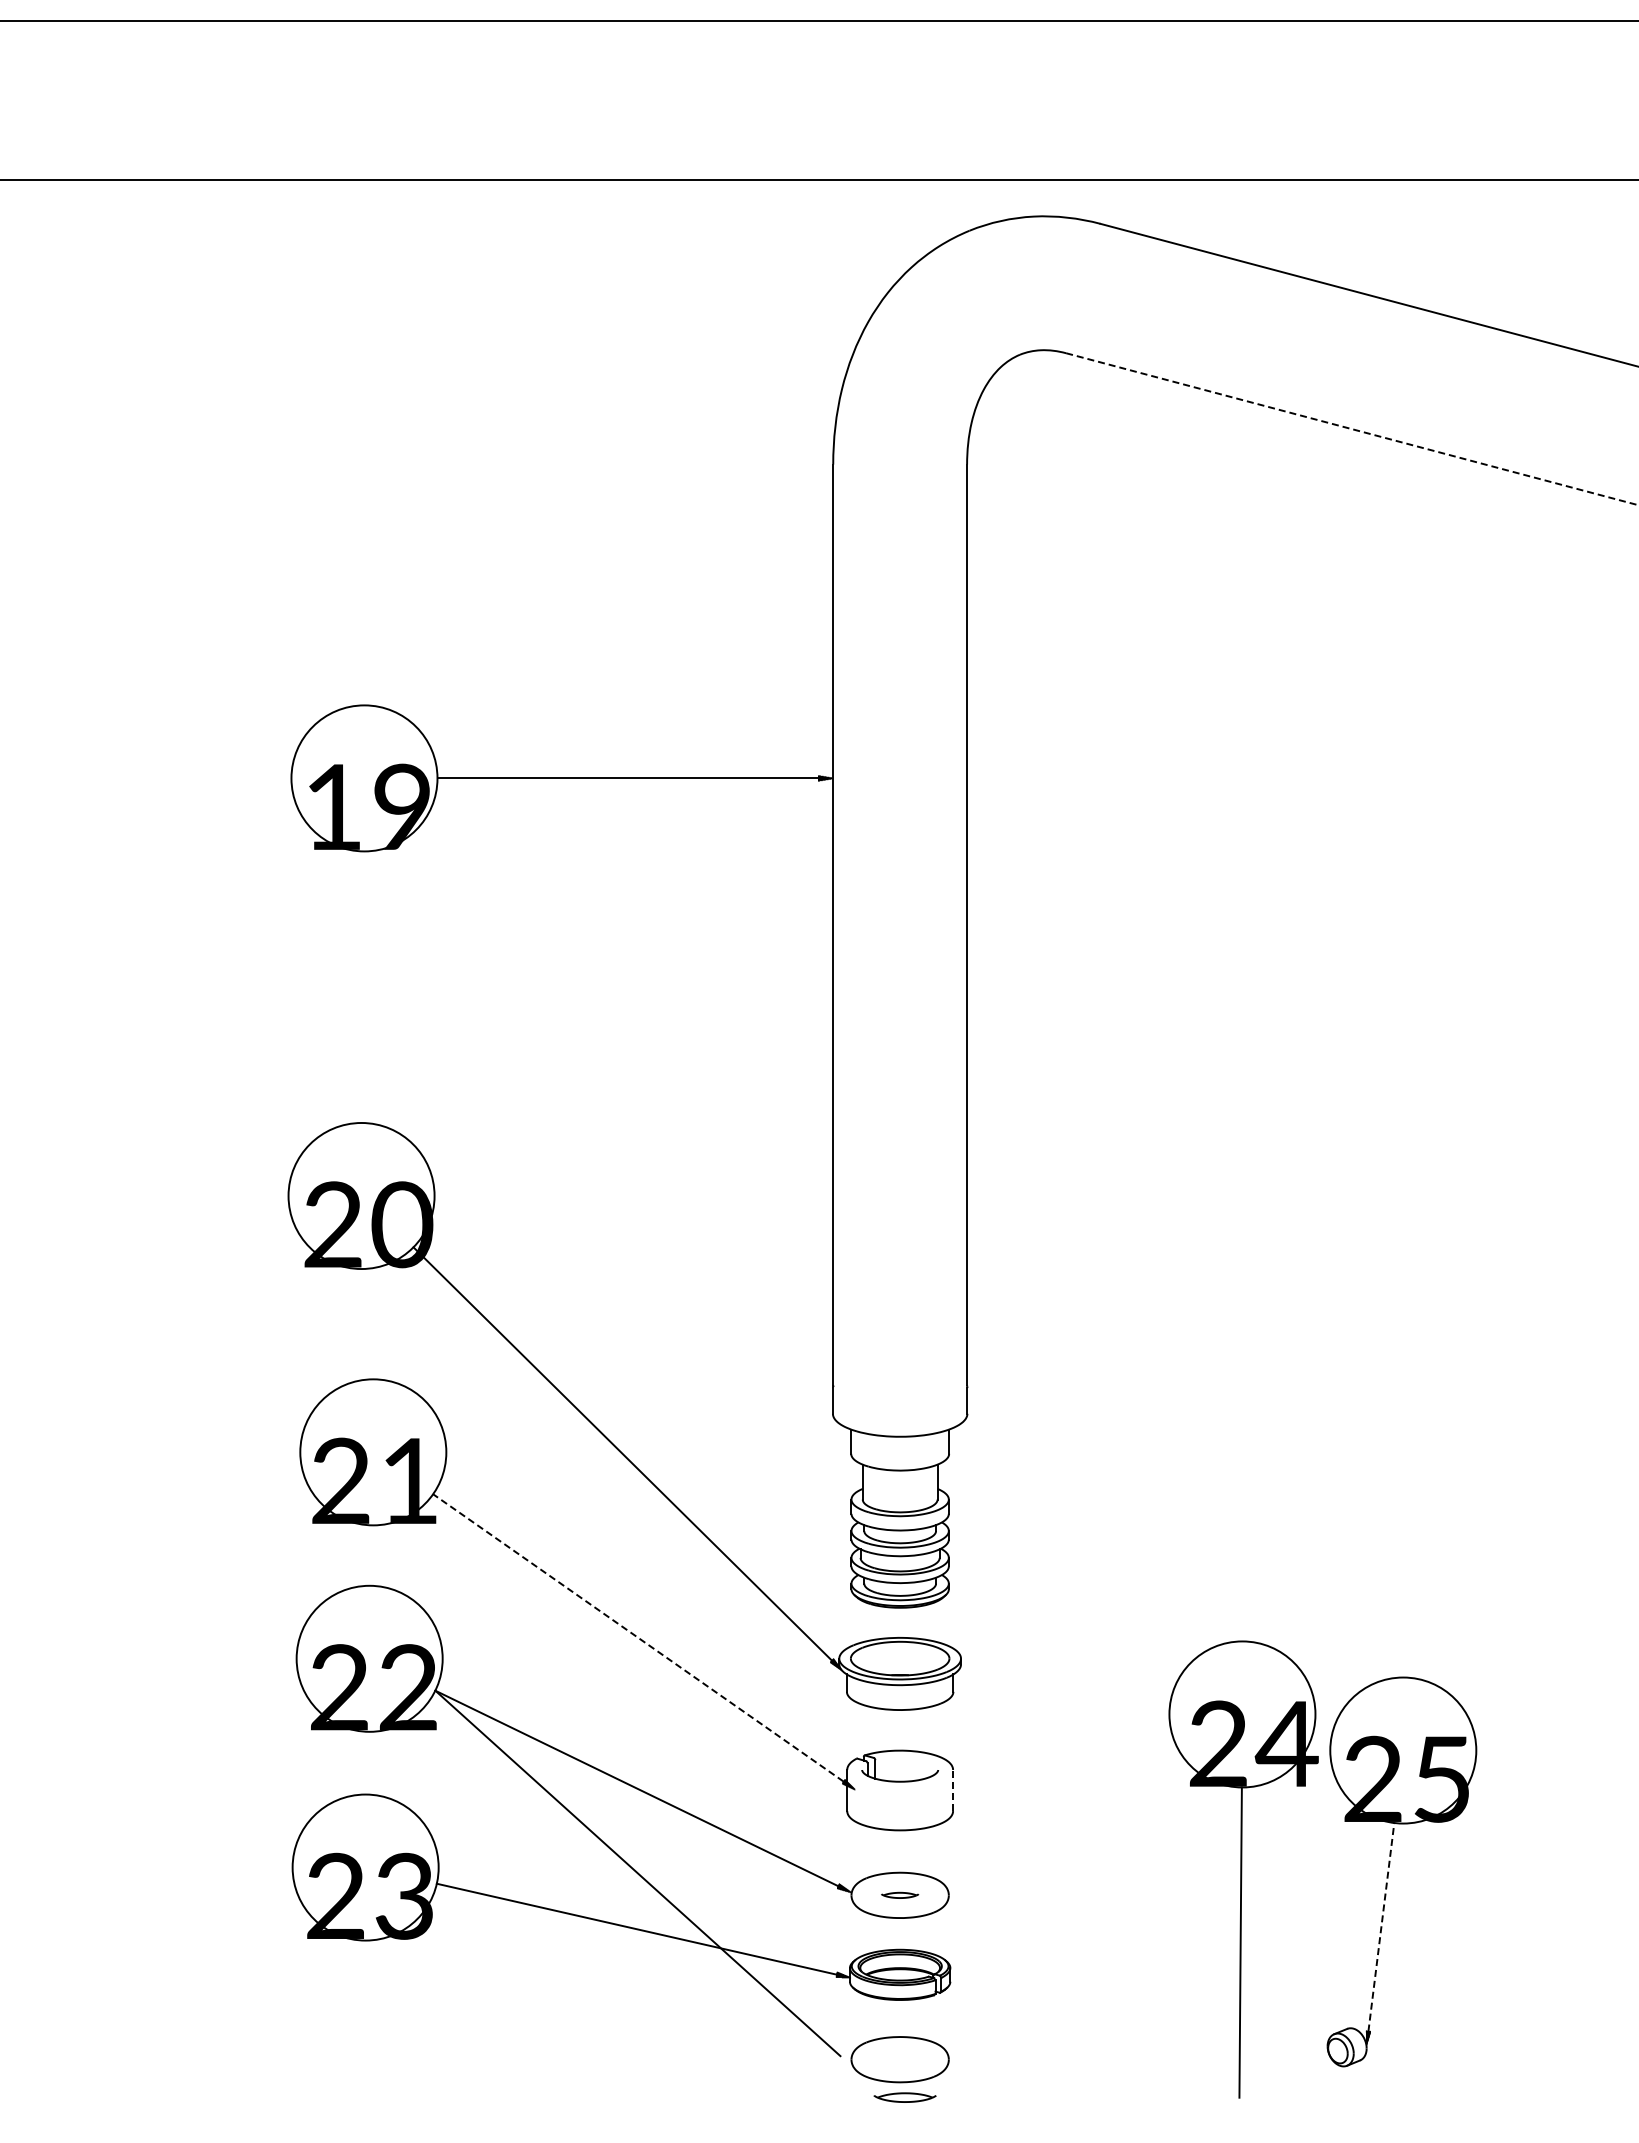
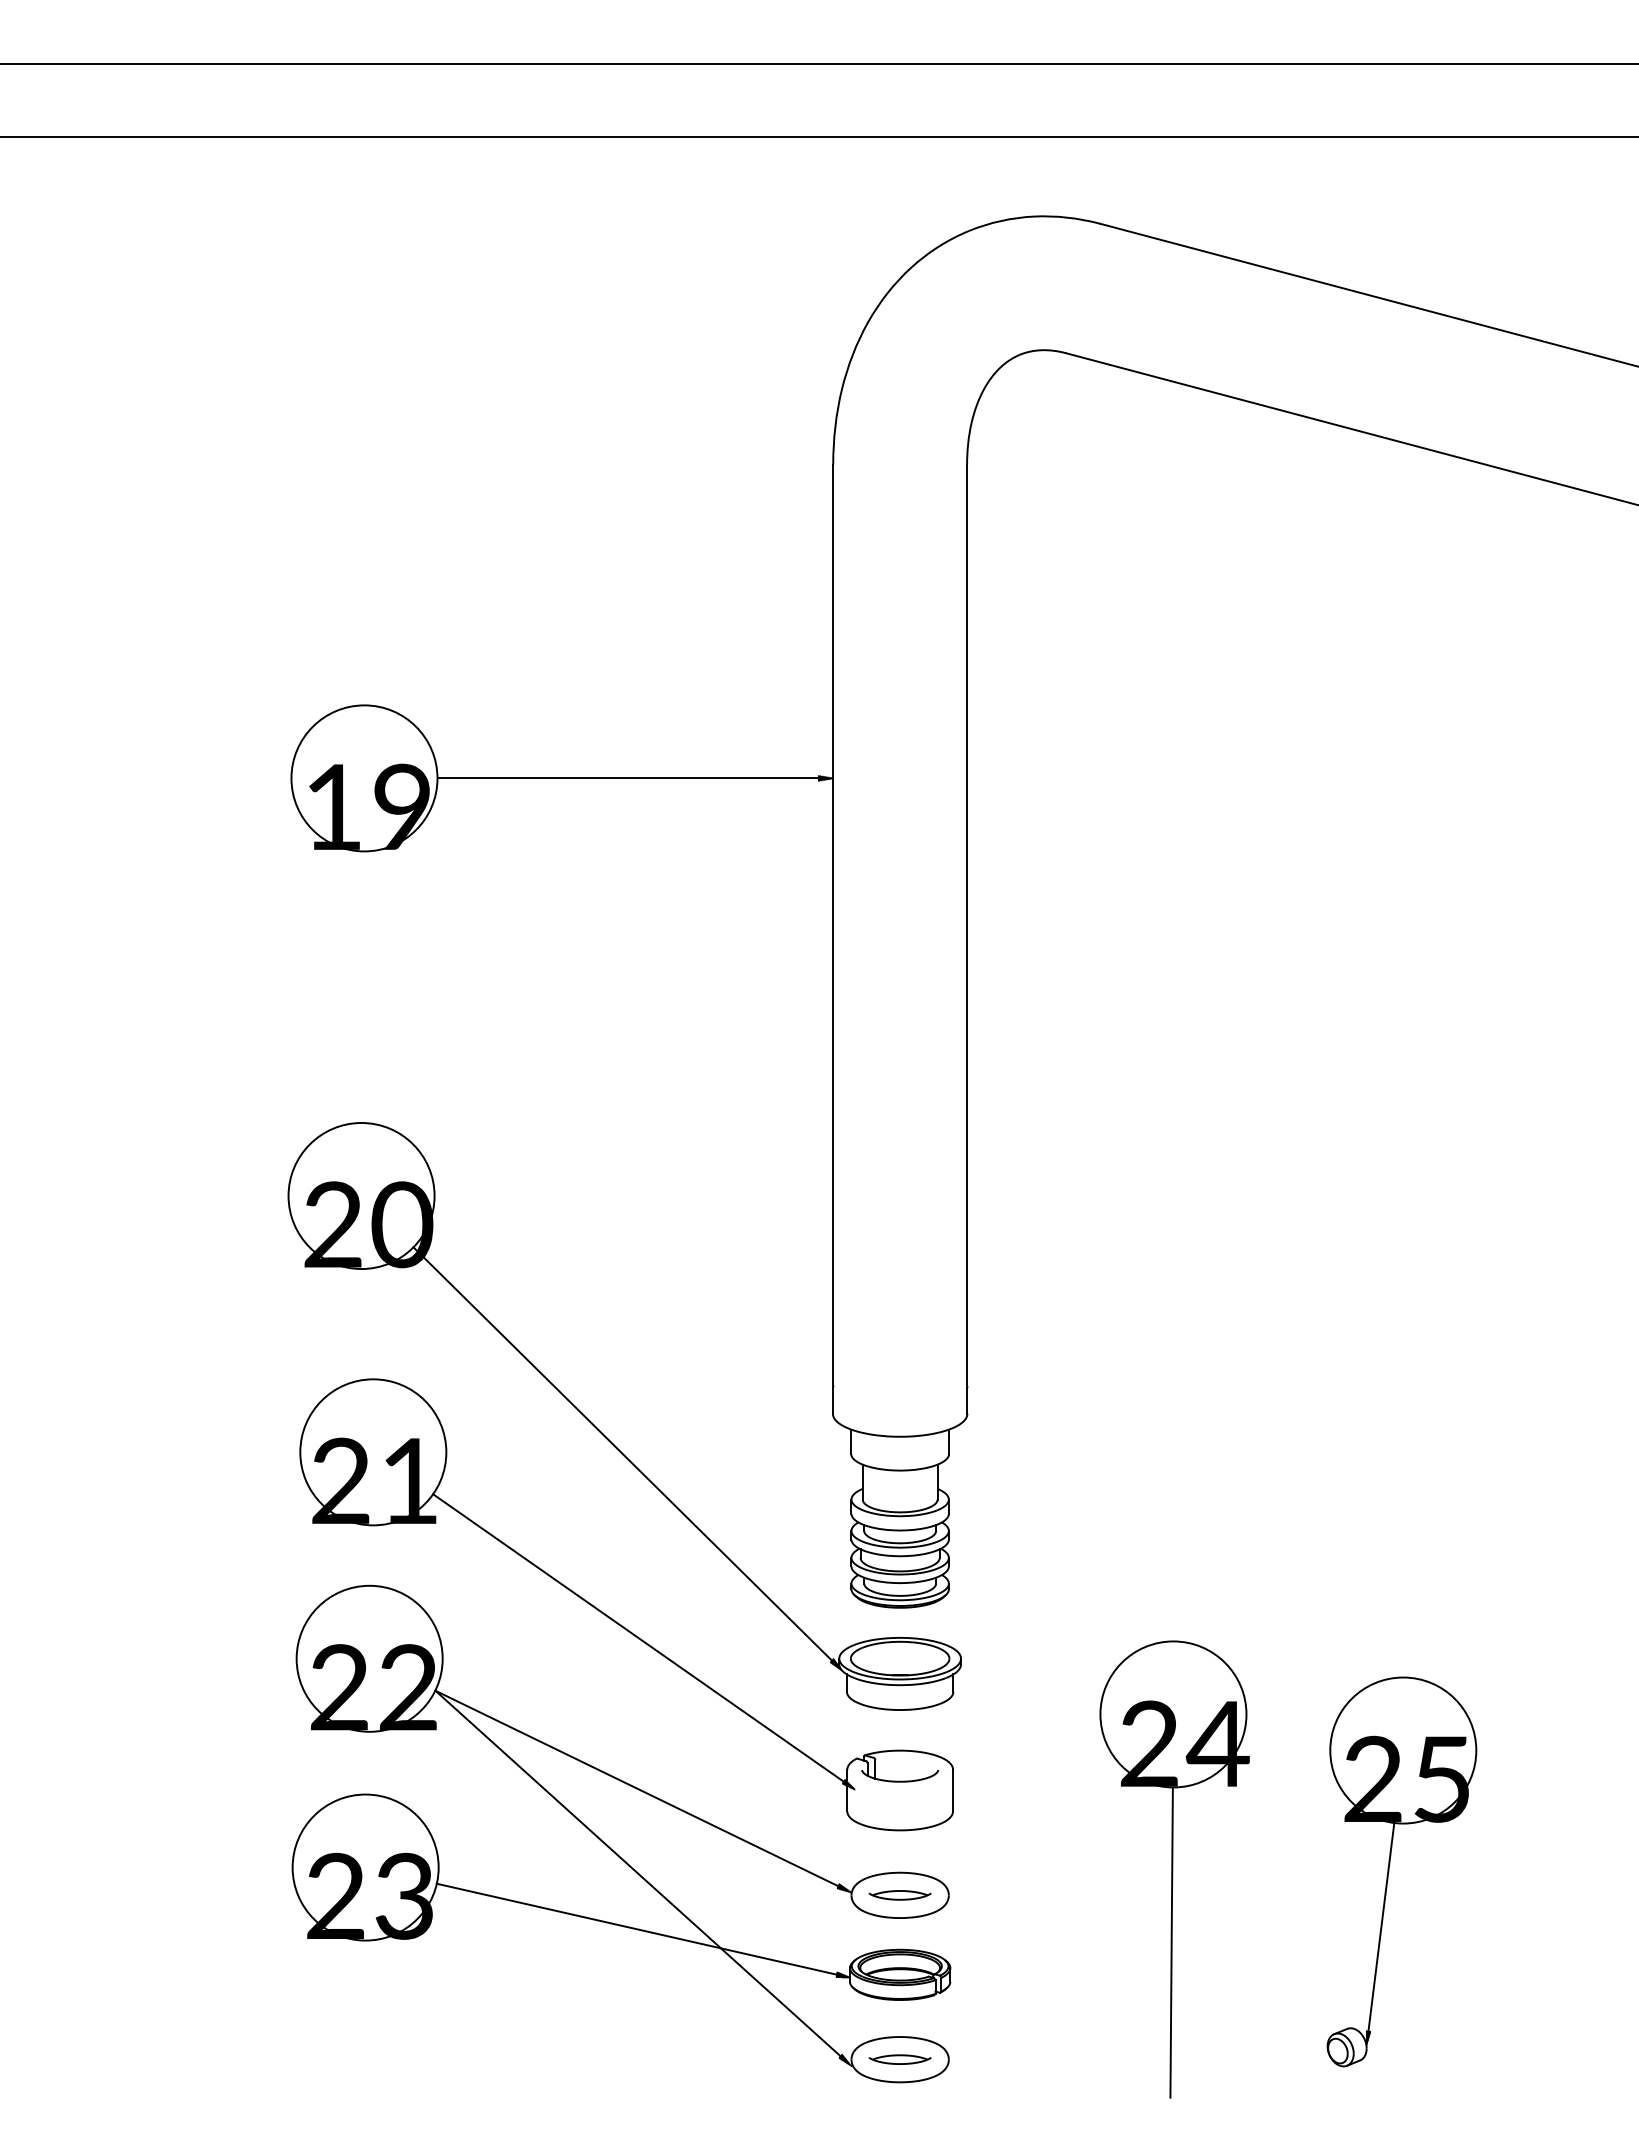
line at (818, 21) position: (818, 21) -> (818, 64)
line at (818, 180) position: (818, 180) -> (818, 137)
line at (1352, 429): dashed -> solid
line at (637, 1637): dashed -> solid
line at (953, 1790): dashed -> solid
part at (1243, 1869) position: (1243, 1869) -> (1174, 1869)
part at (900, 1894) size: 39x8 px -> 64x11 px
line at (1381, 1926): dashed -> solid
hatch at (844, 2060): none -> present
part at (904, 2097) position: (904, 2097) -> (899, 2059)
